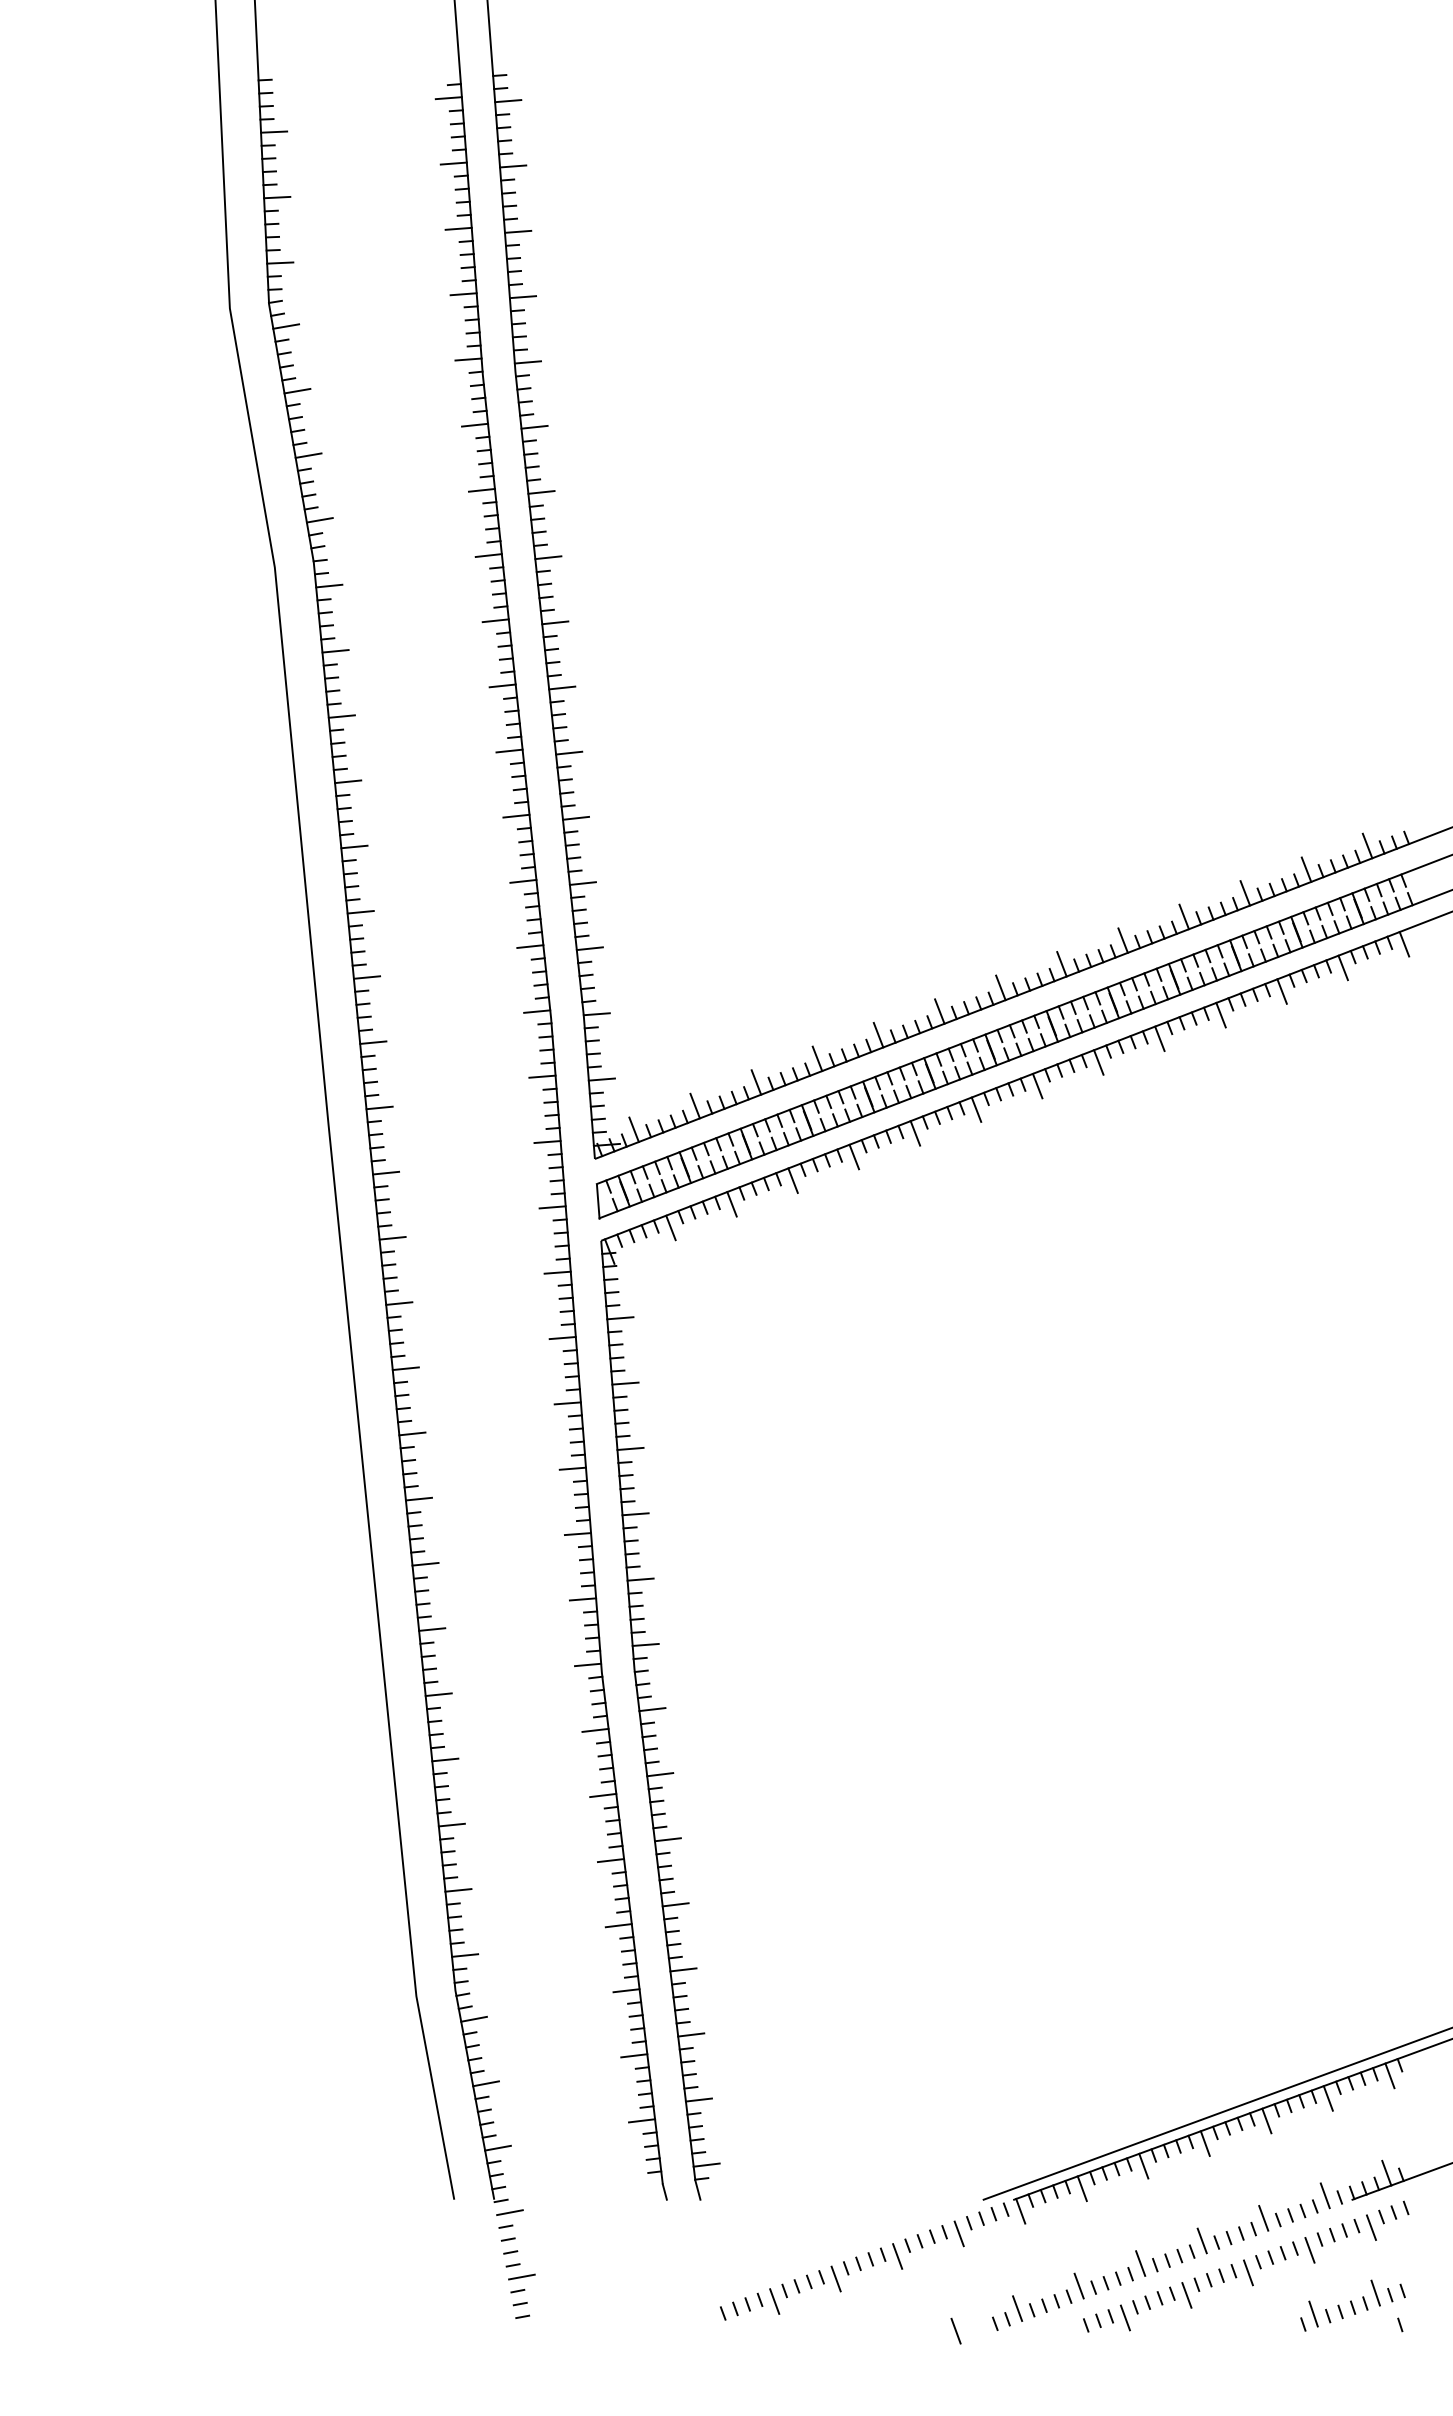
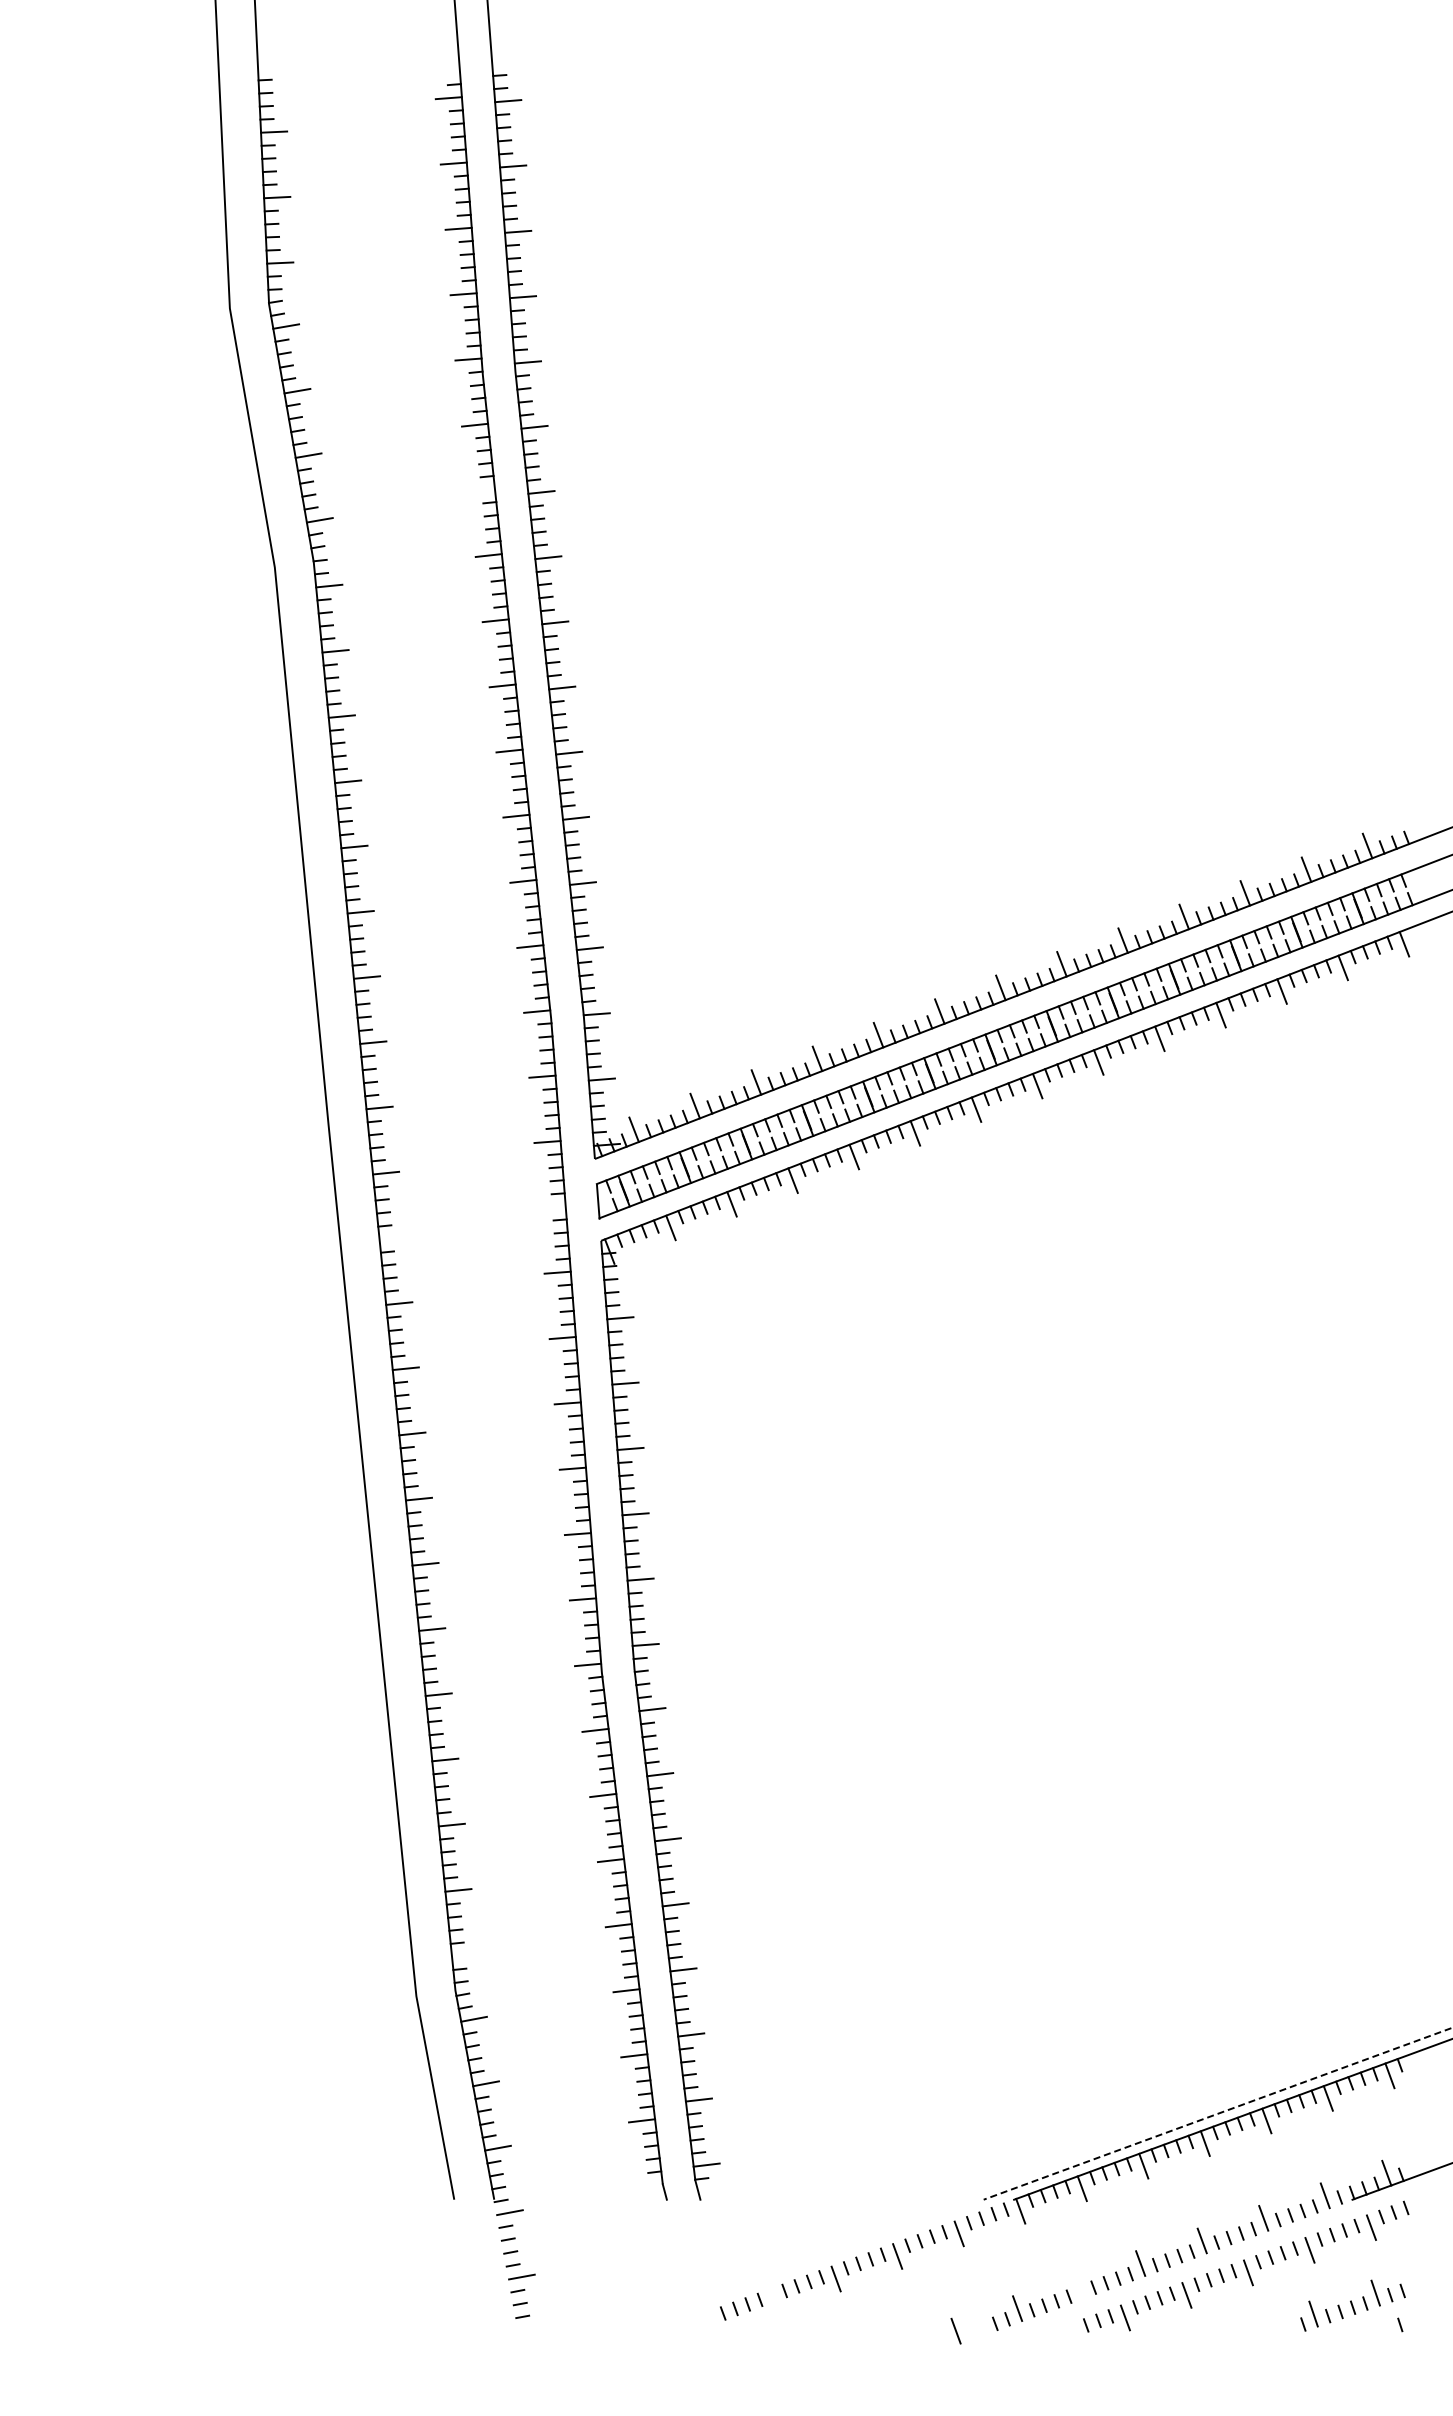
line at (481, 489): present -> none
line at (552, 1207): present -> none
line at (392, 1238): present -> none
line at (465, 1955): present -> none
line at (1218, 2113): solid -> dashed
line at (1078, 2285): present -> none
line at (774, 2301): present -> none
